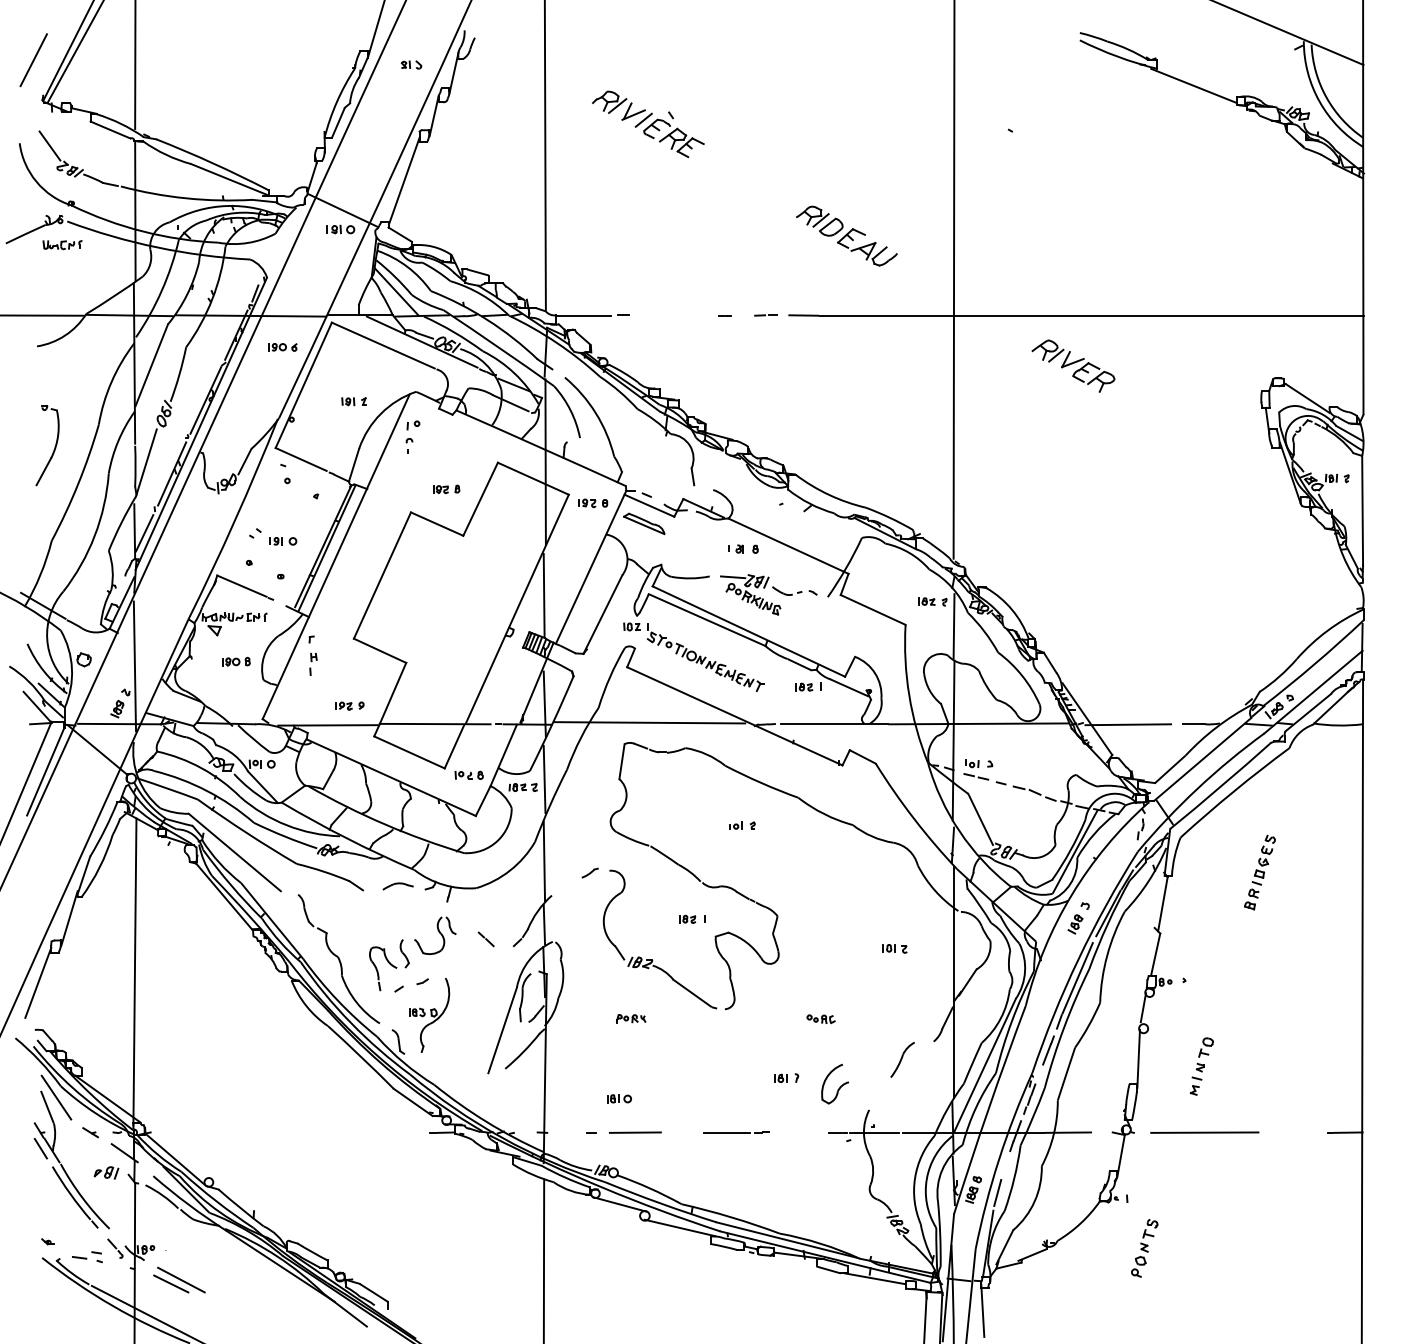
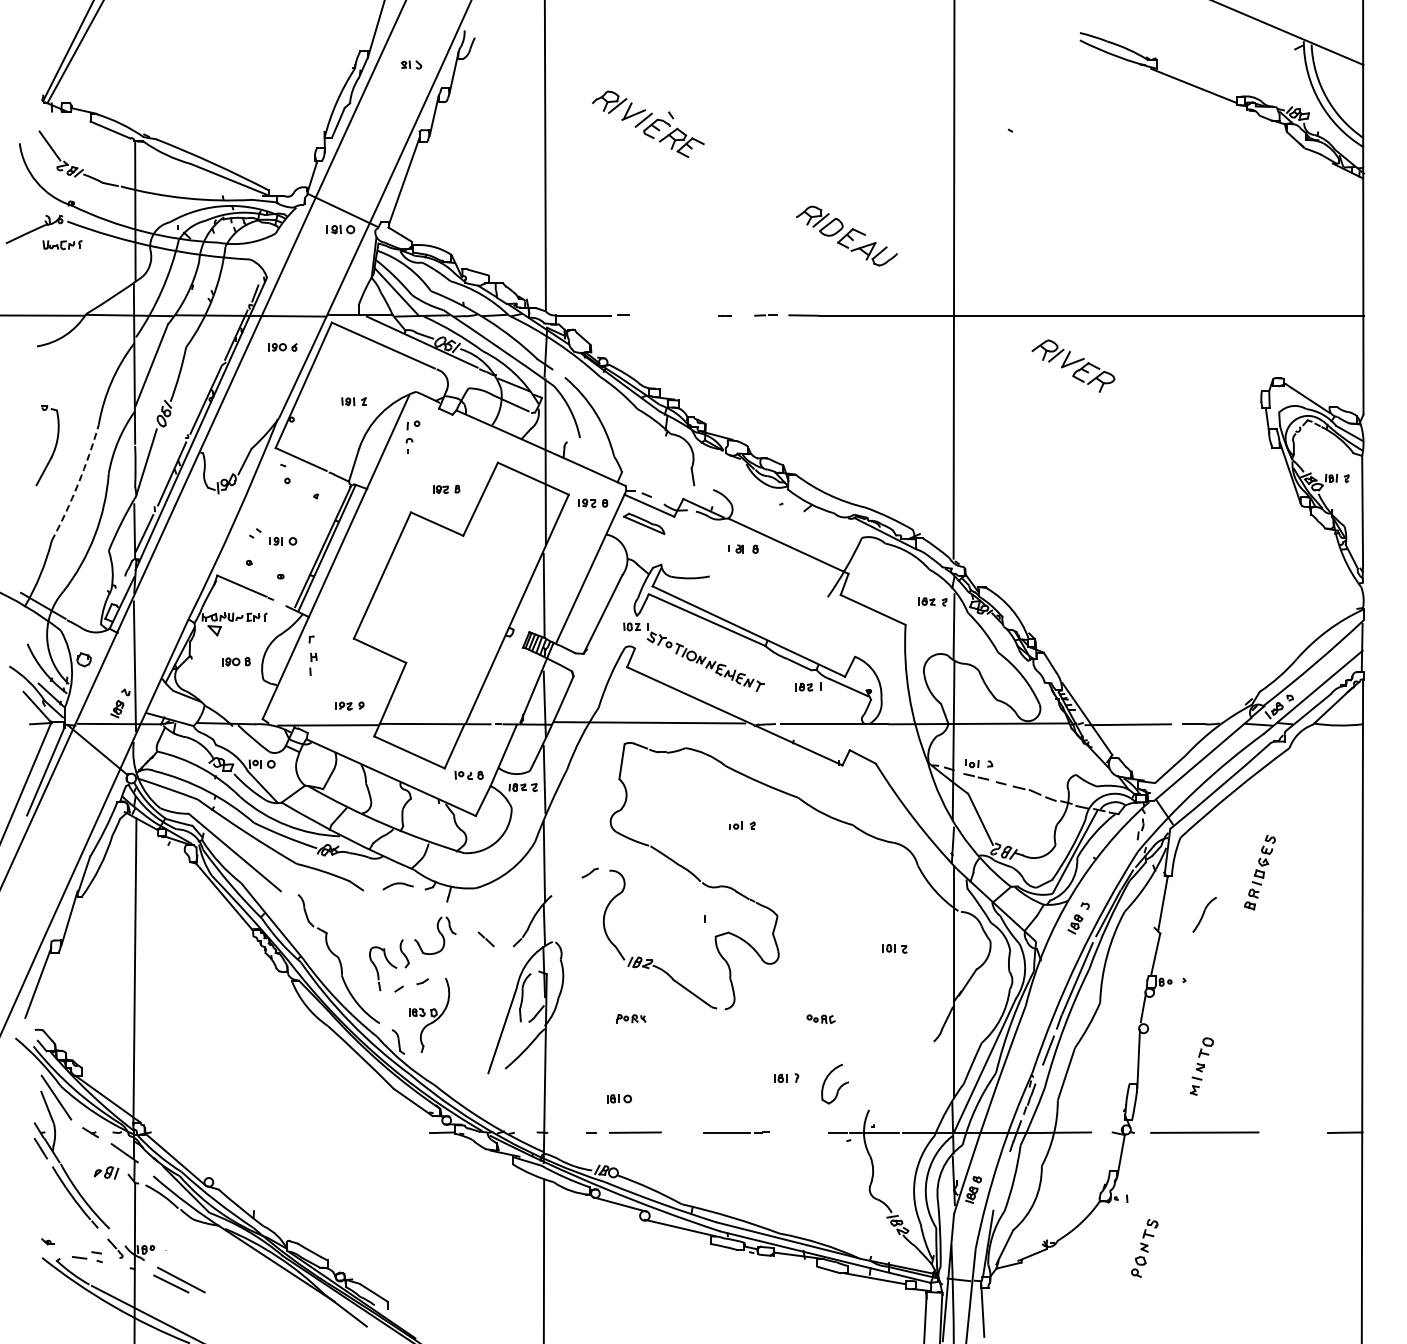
line at (33, 60): present -> none
line at (135, 65): present -> none
arc at (78, 484): solid -> dashed
part at (763, 598): present -> none
part at (687, 918): present -> none
part at (902, 1059) position: (902, 1059) -> (1204, 914)
line at (997, 1192): present -> none
